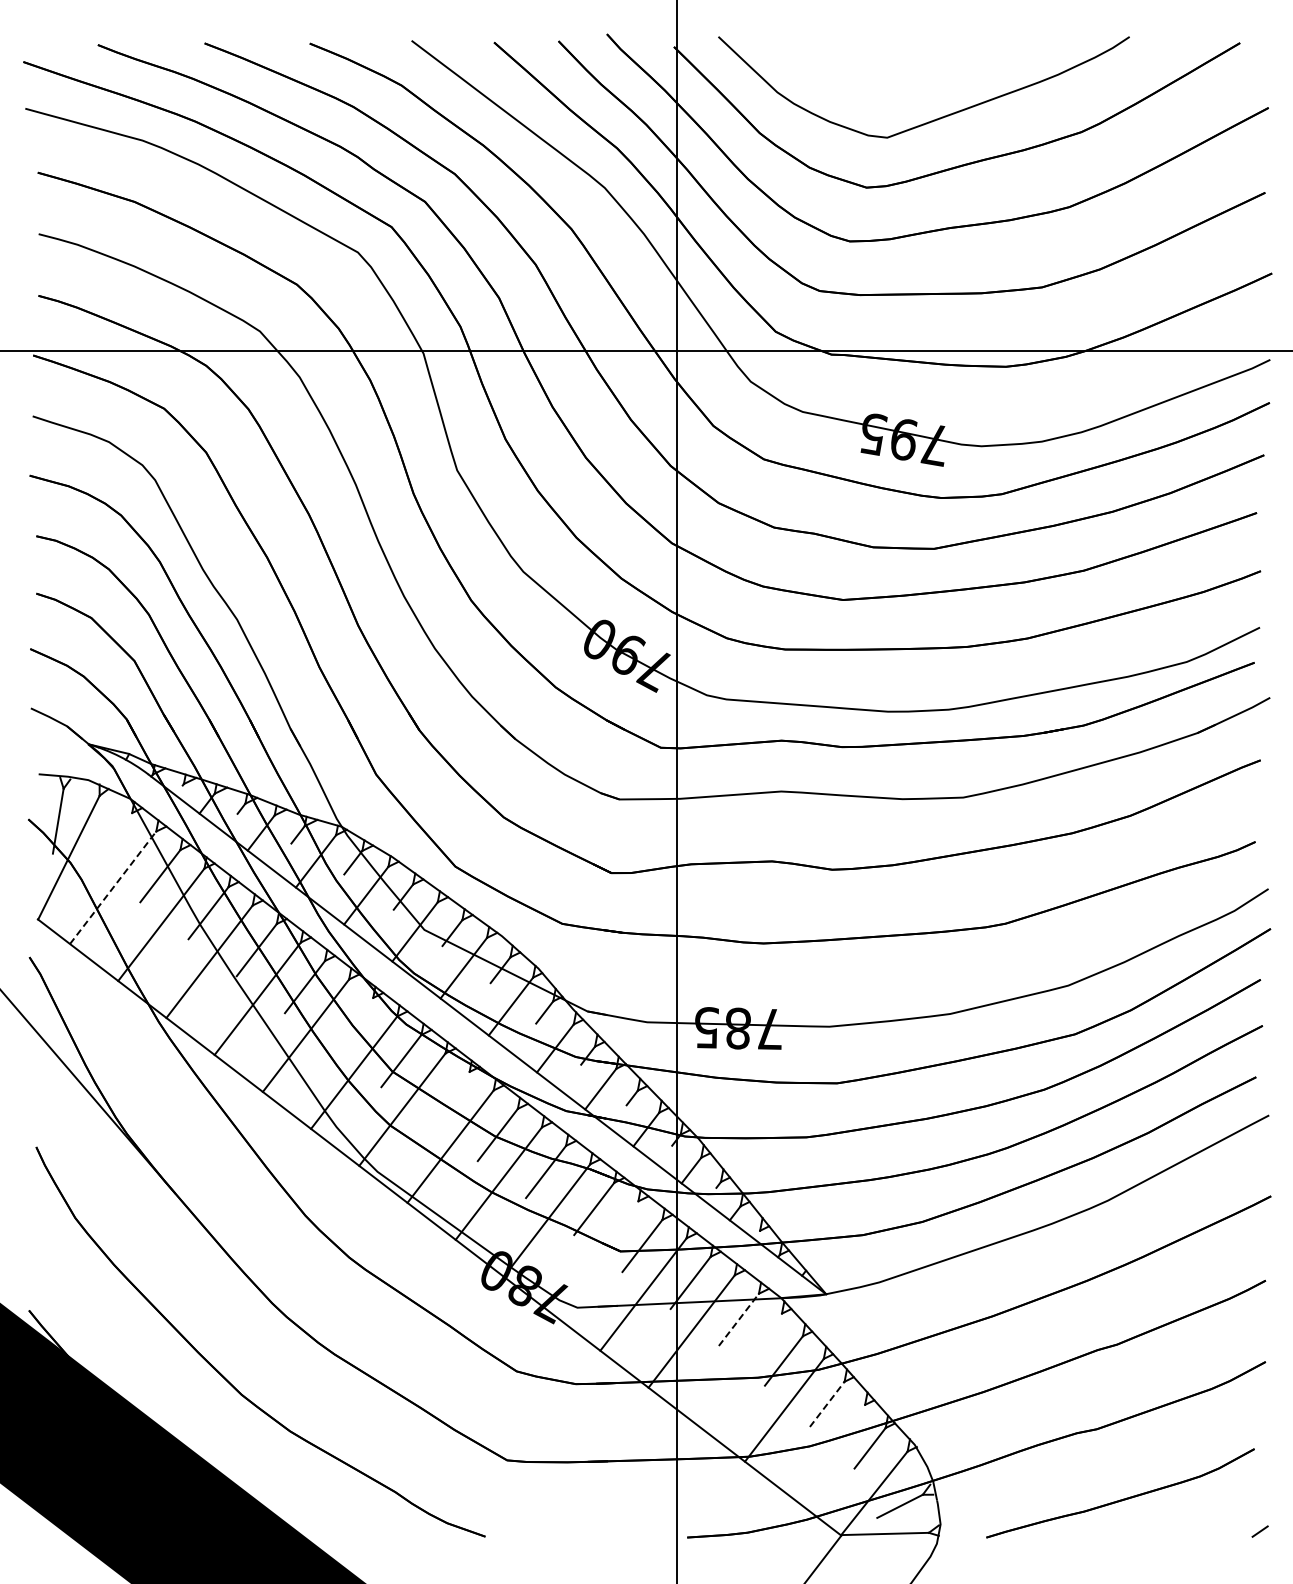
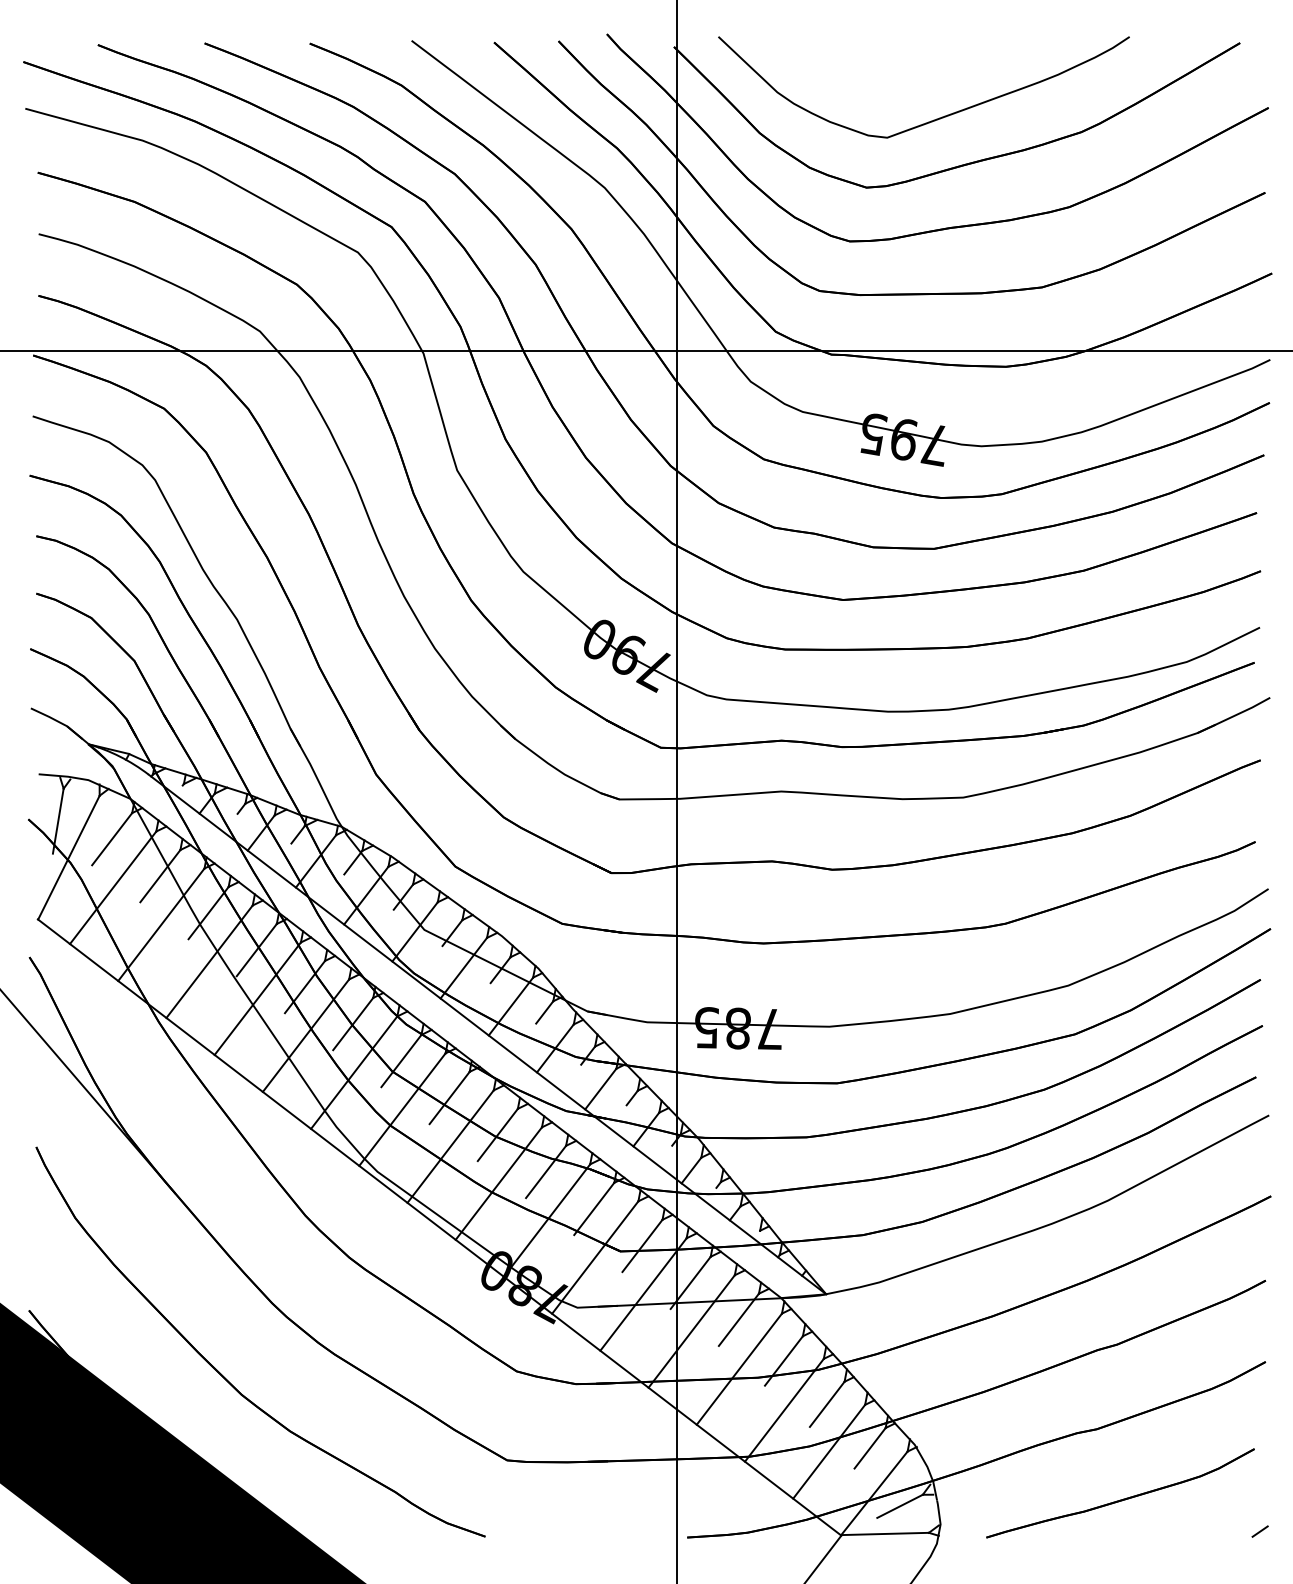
line at (112, 839): none -> present
line at (113, 887): dashed -> solid
line at (353, 1023): none -> present
line at (449, 1097): none -> present
line at (595, 1257): none -> present
line at (738, 1319): dashed -> solid
line at (739, 1368): none -> present
line at (827, 1403): dashed -> solid
line at (829, 1451): none -> present
